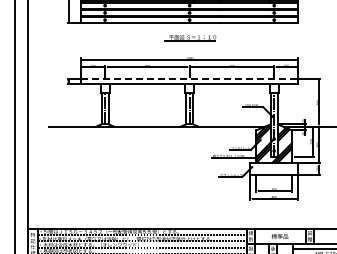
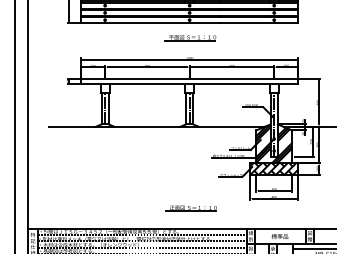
line at (189, 78): dashed -> solid
hatch at (274, 169): none -> present
part at (190, 208): none -> present
